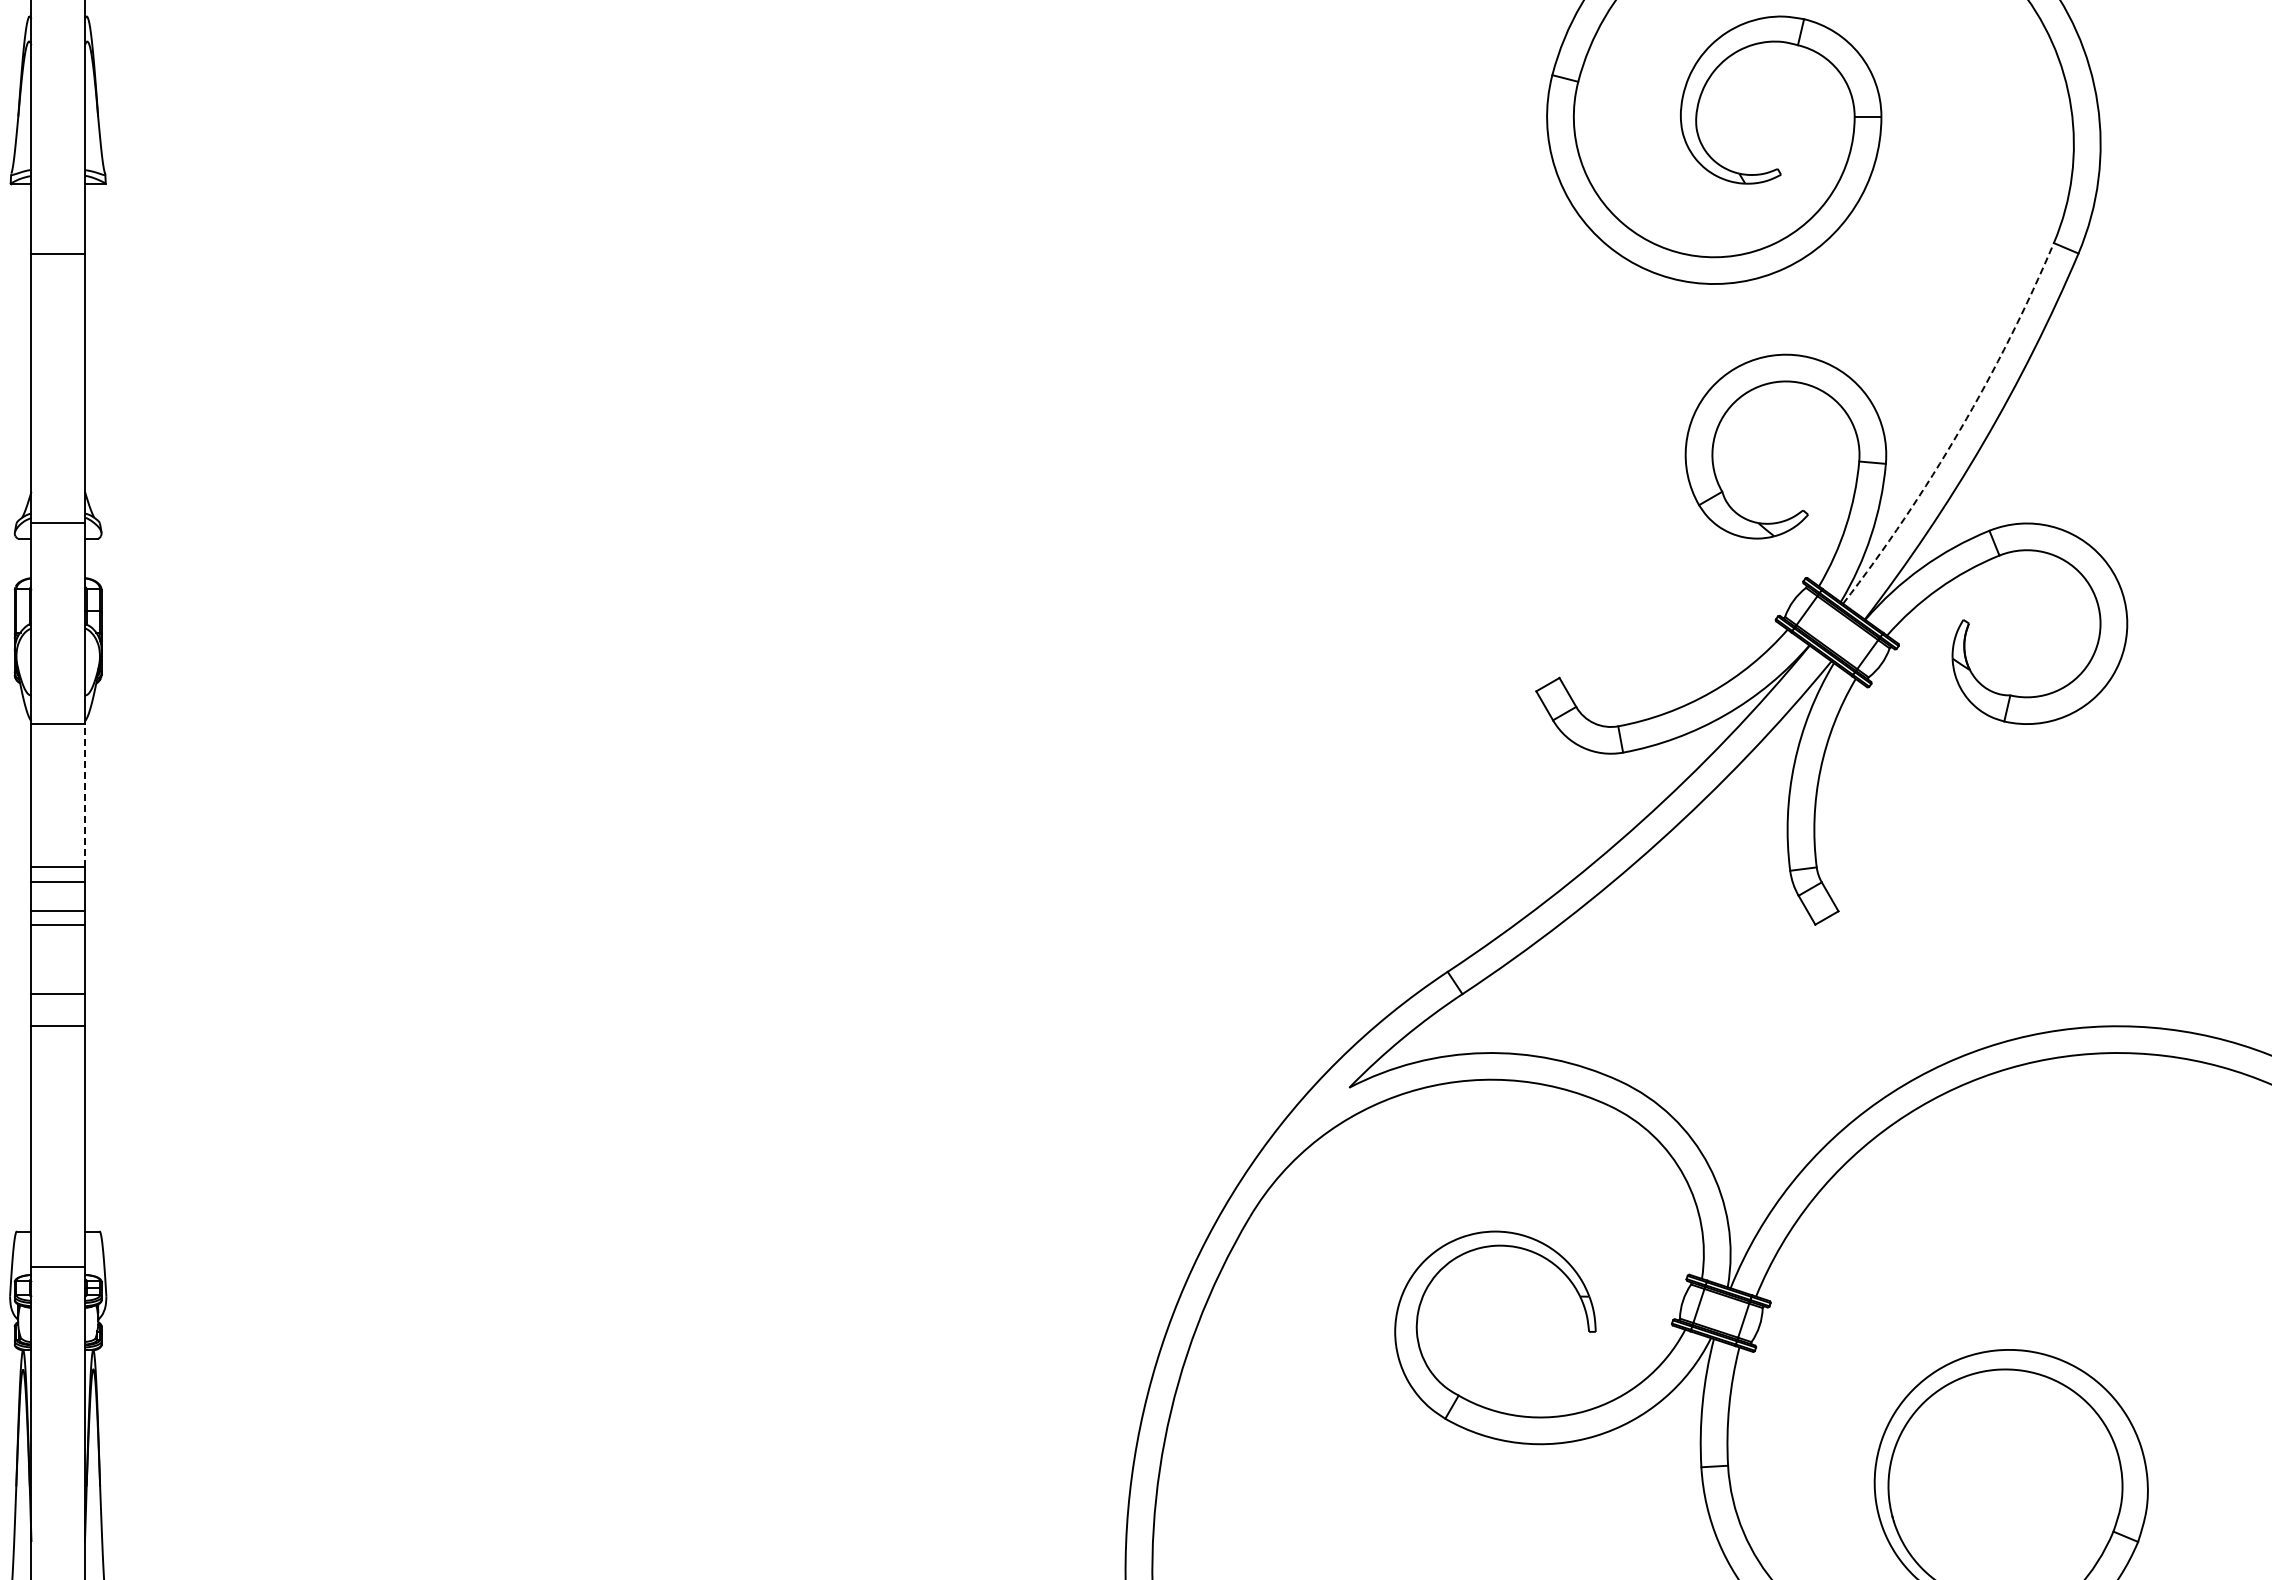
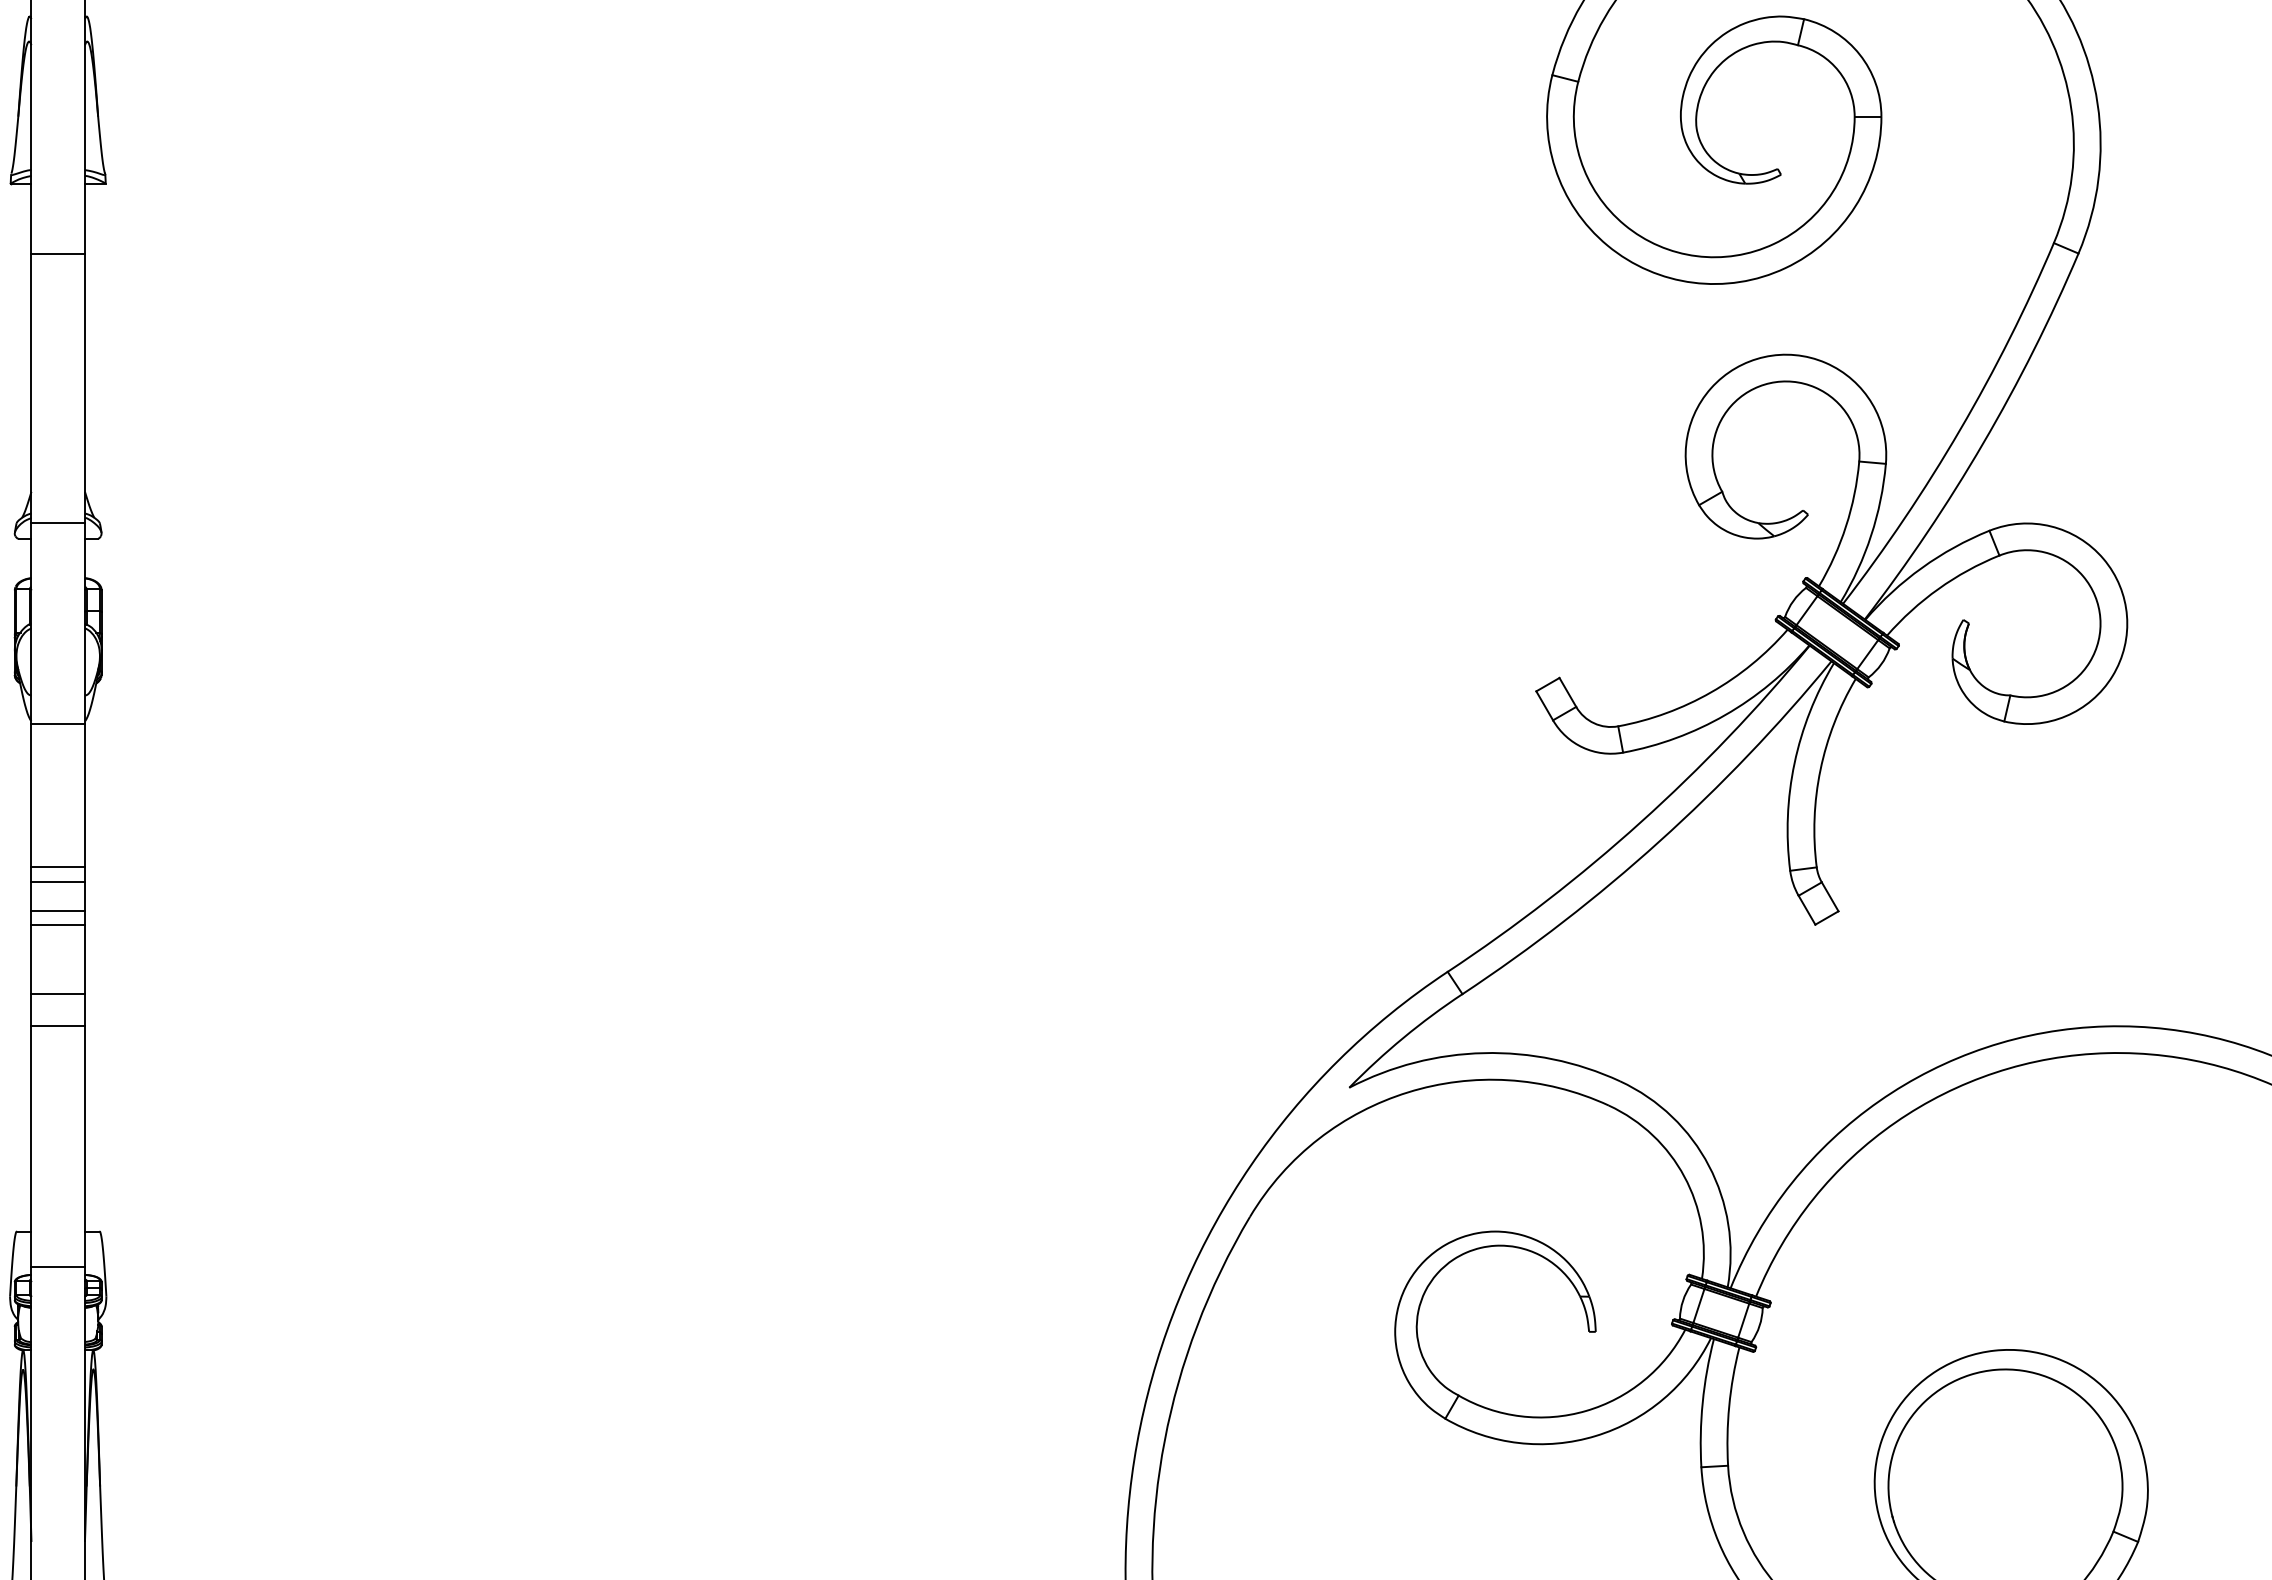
arc at (1960, 430): dashed -> solid
line at (84, 795): dashed -> solid
